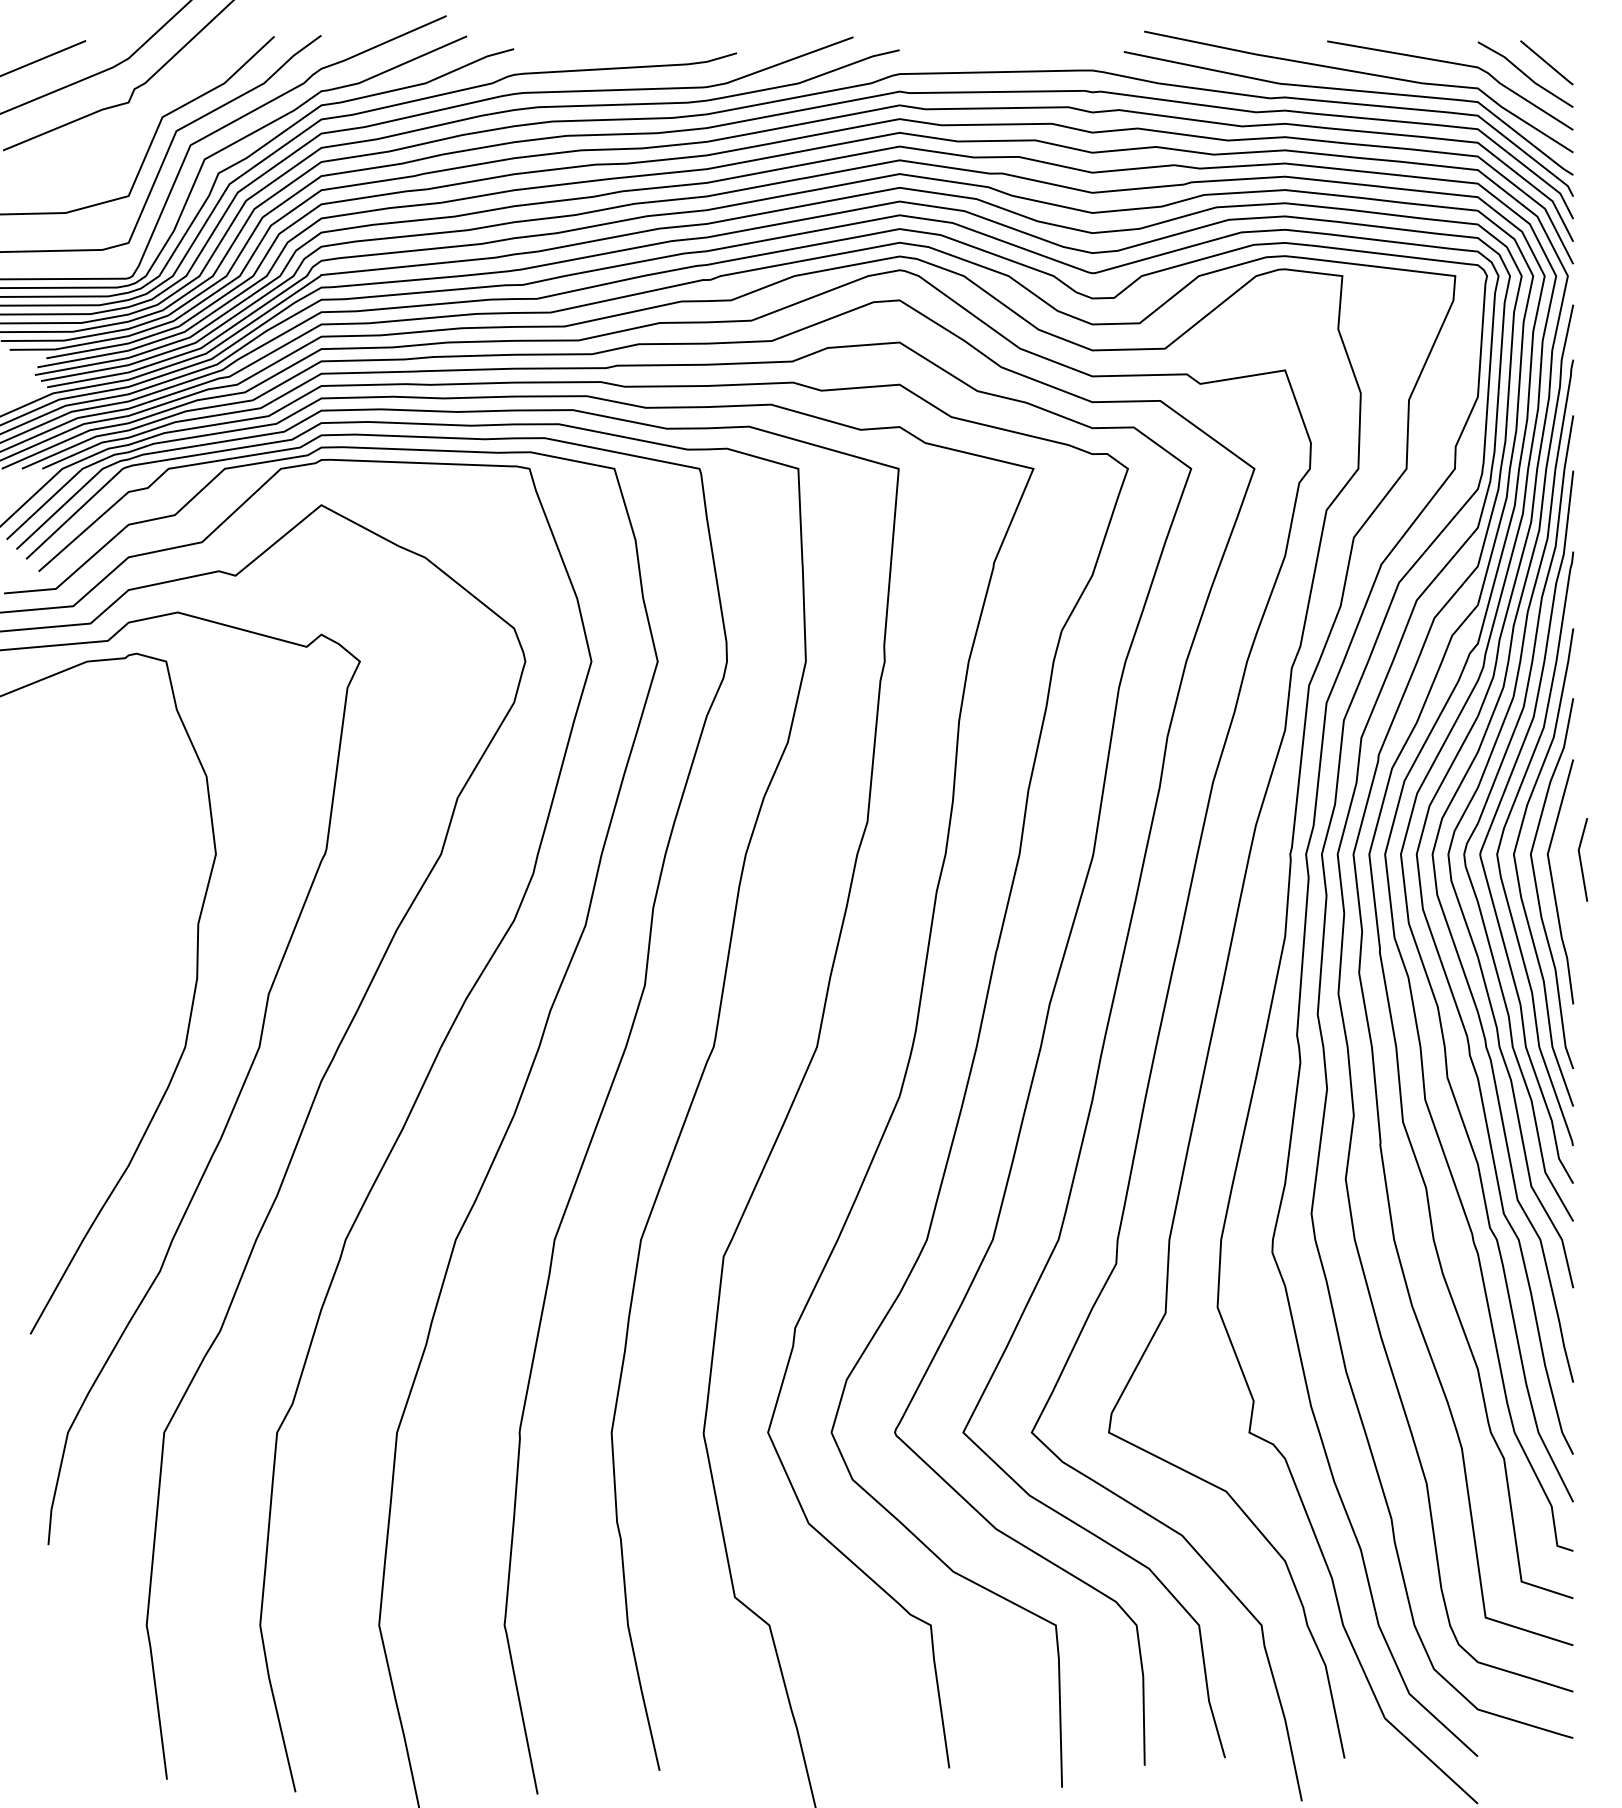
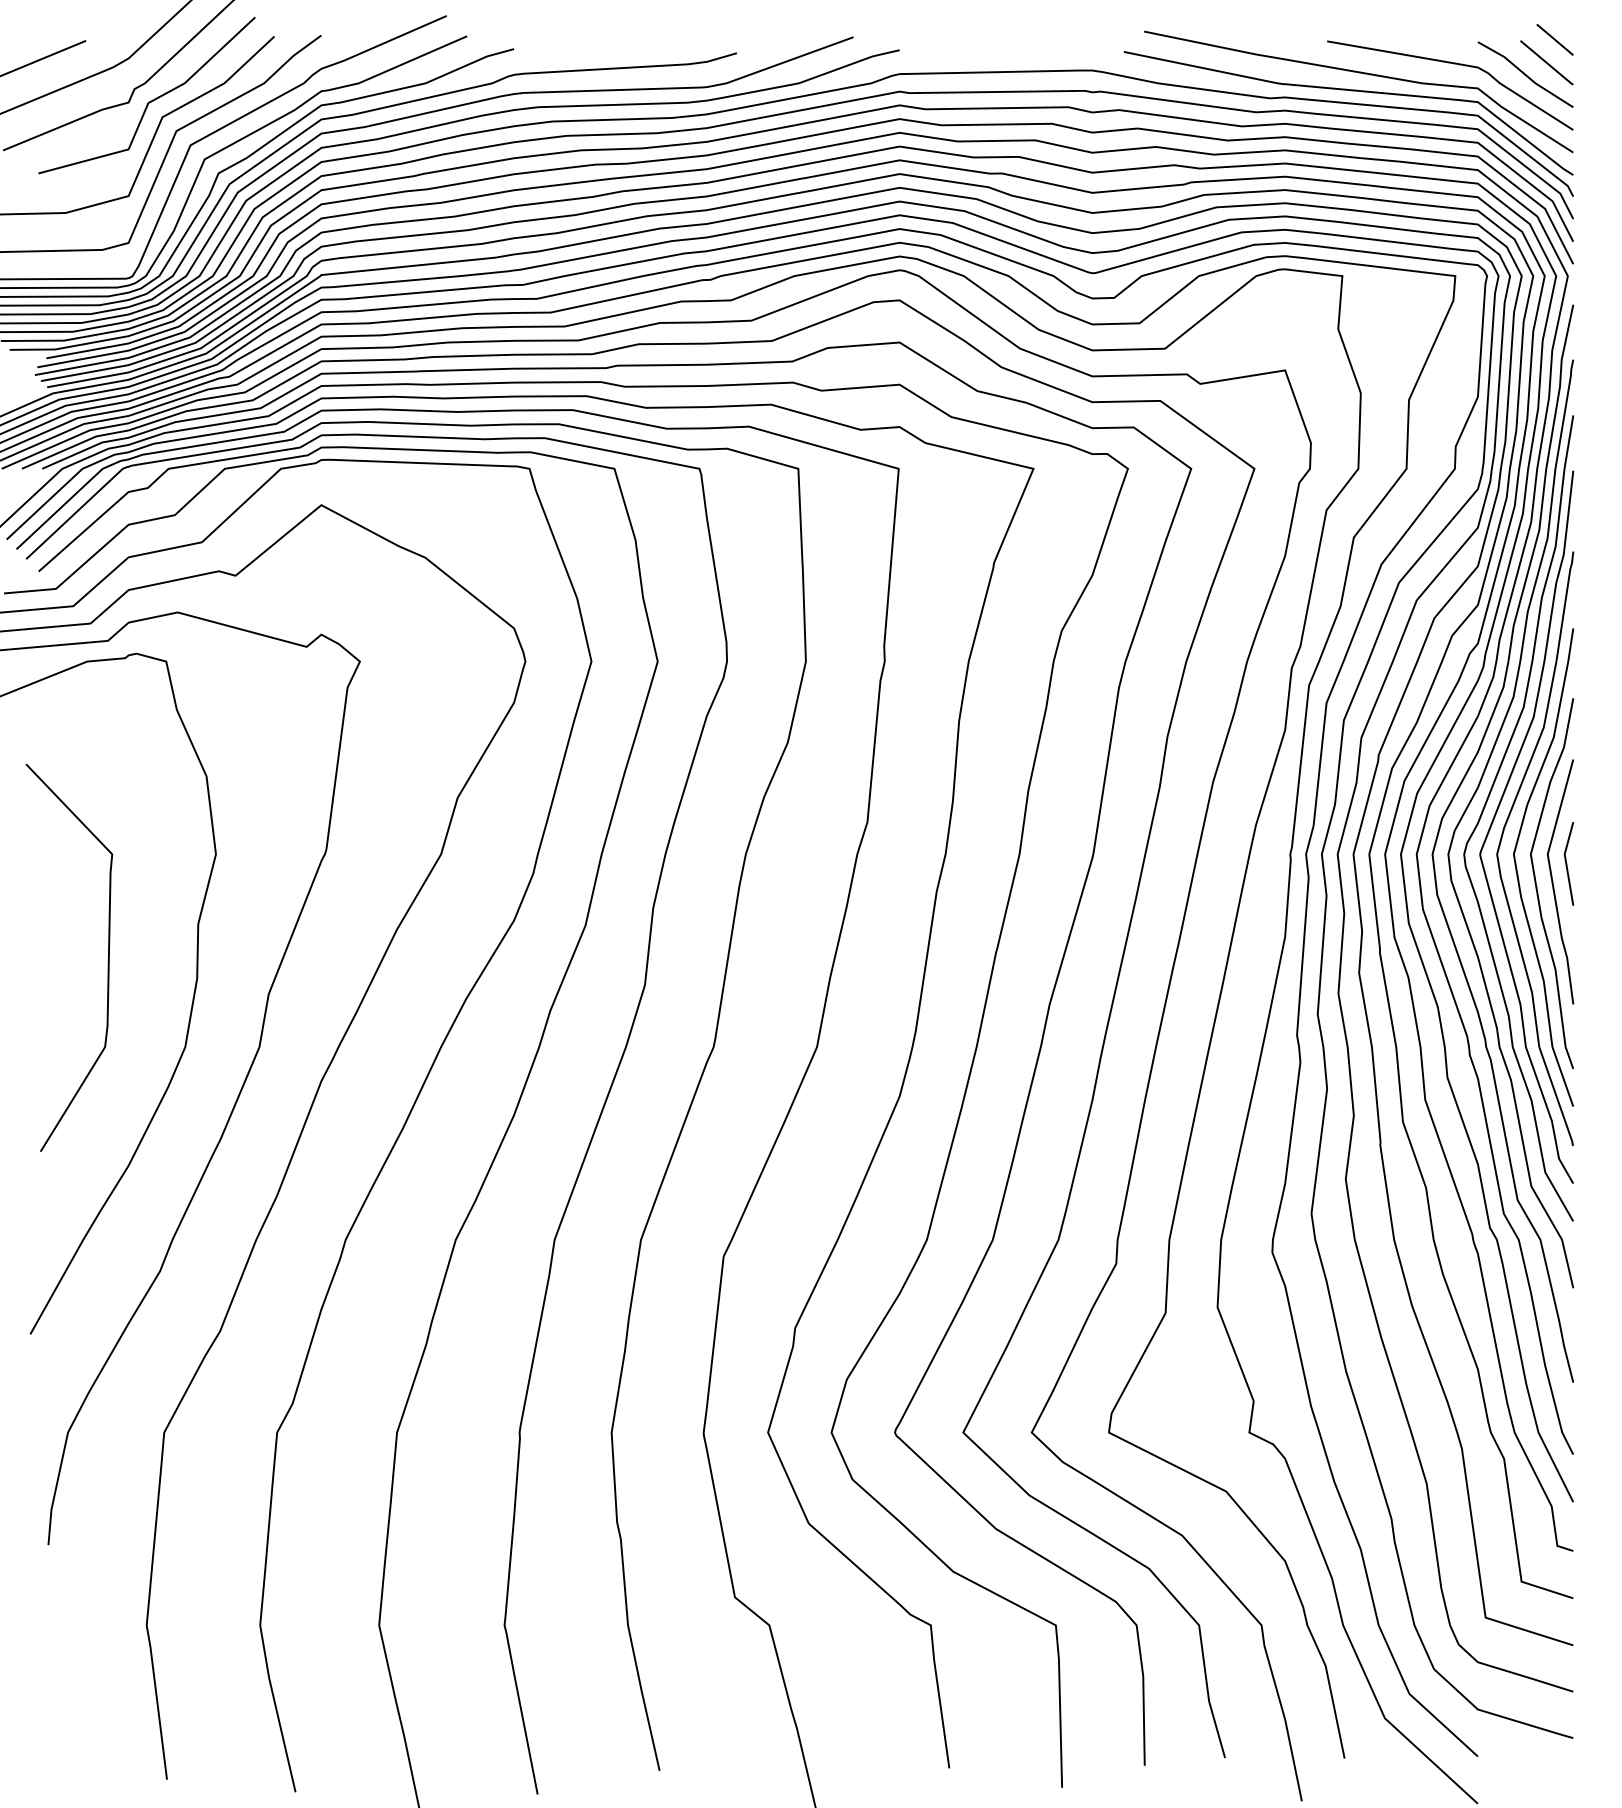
line at (1554, 39): none -> present
line at (150, 100): none -> present
line at (1581, 859) position: (1581, 859) -> (1567, 863)
curve at (107, 961): none -> present
